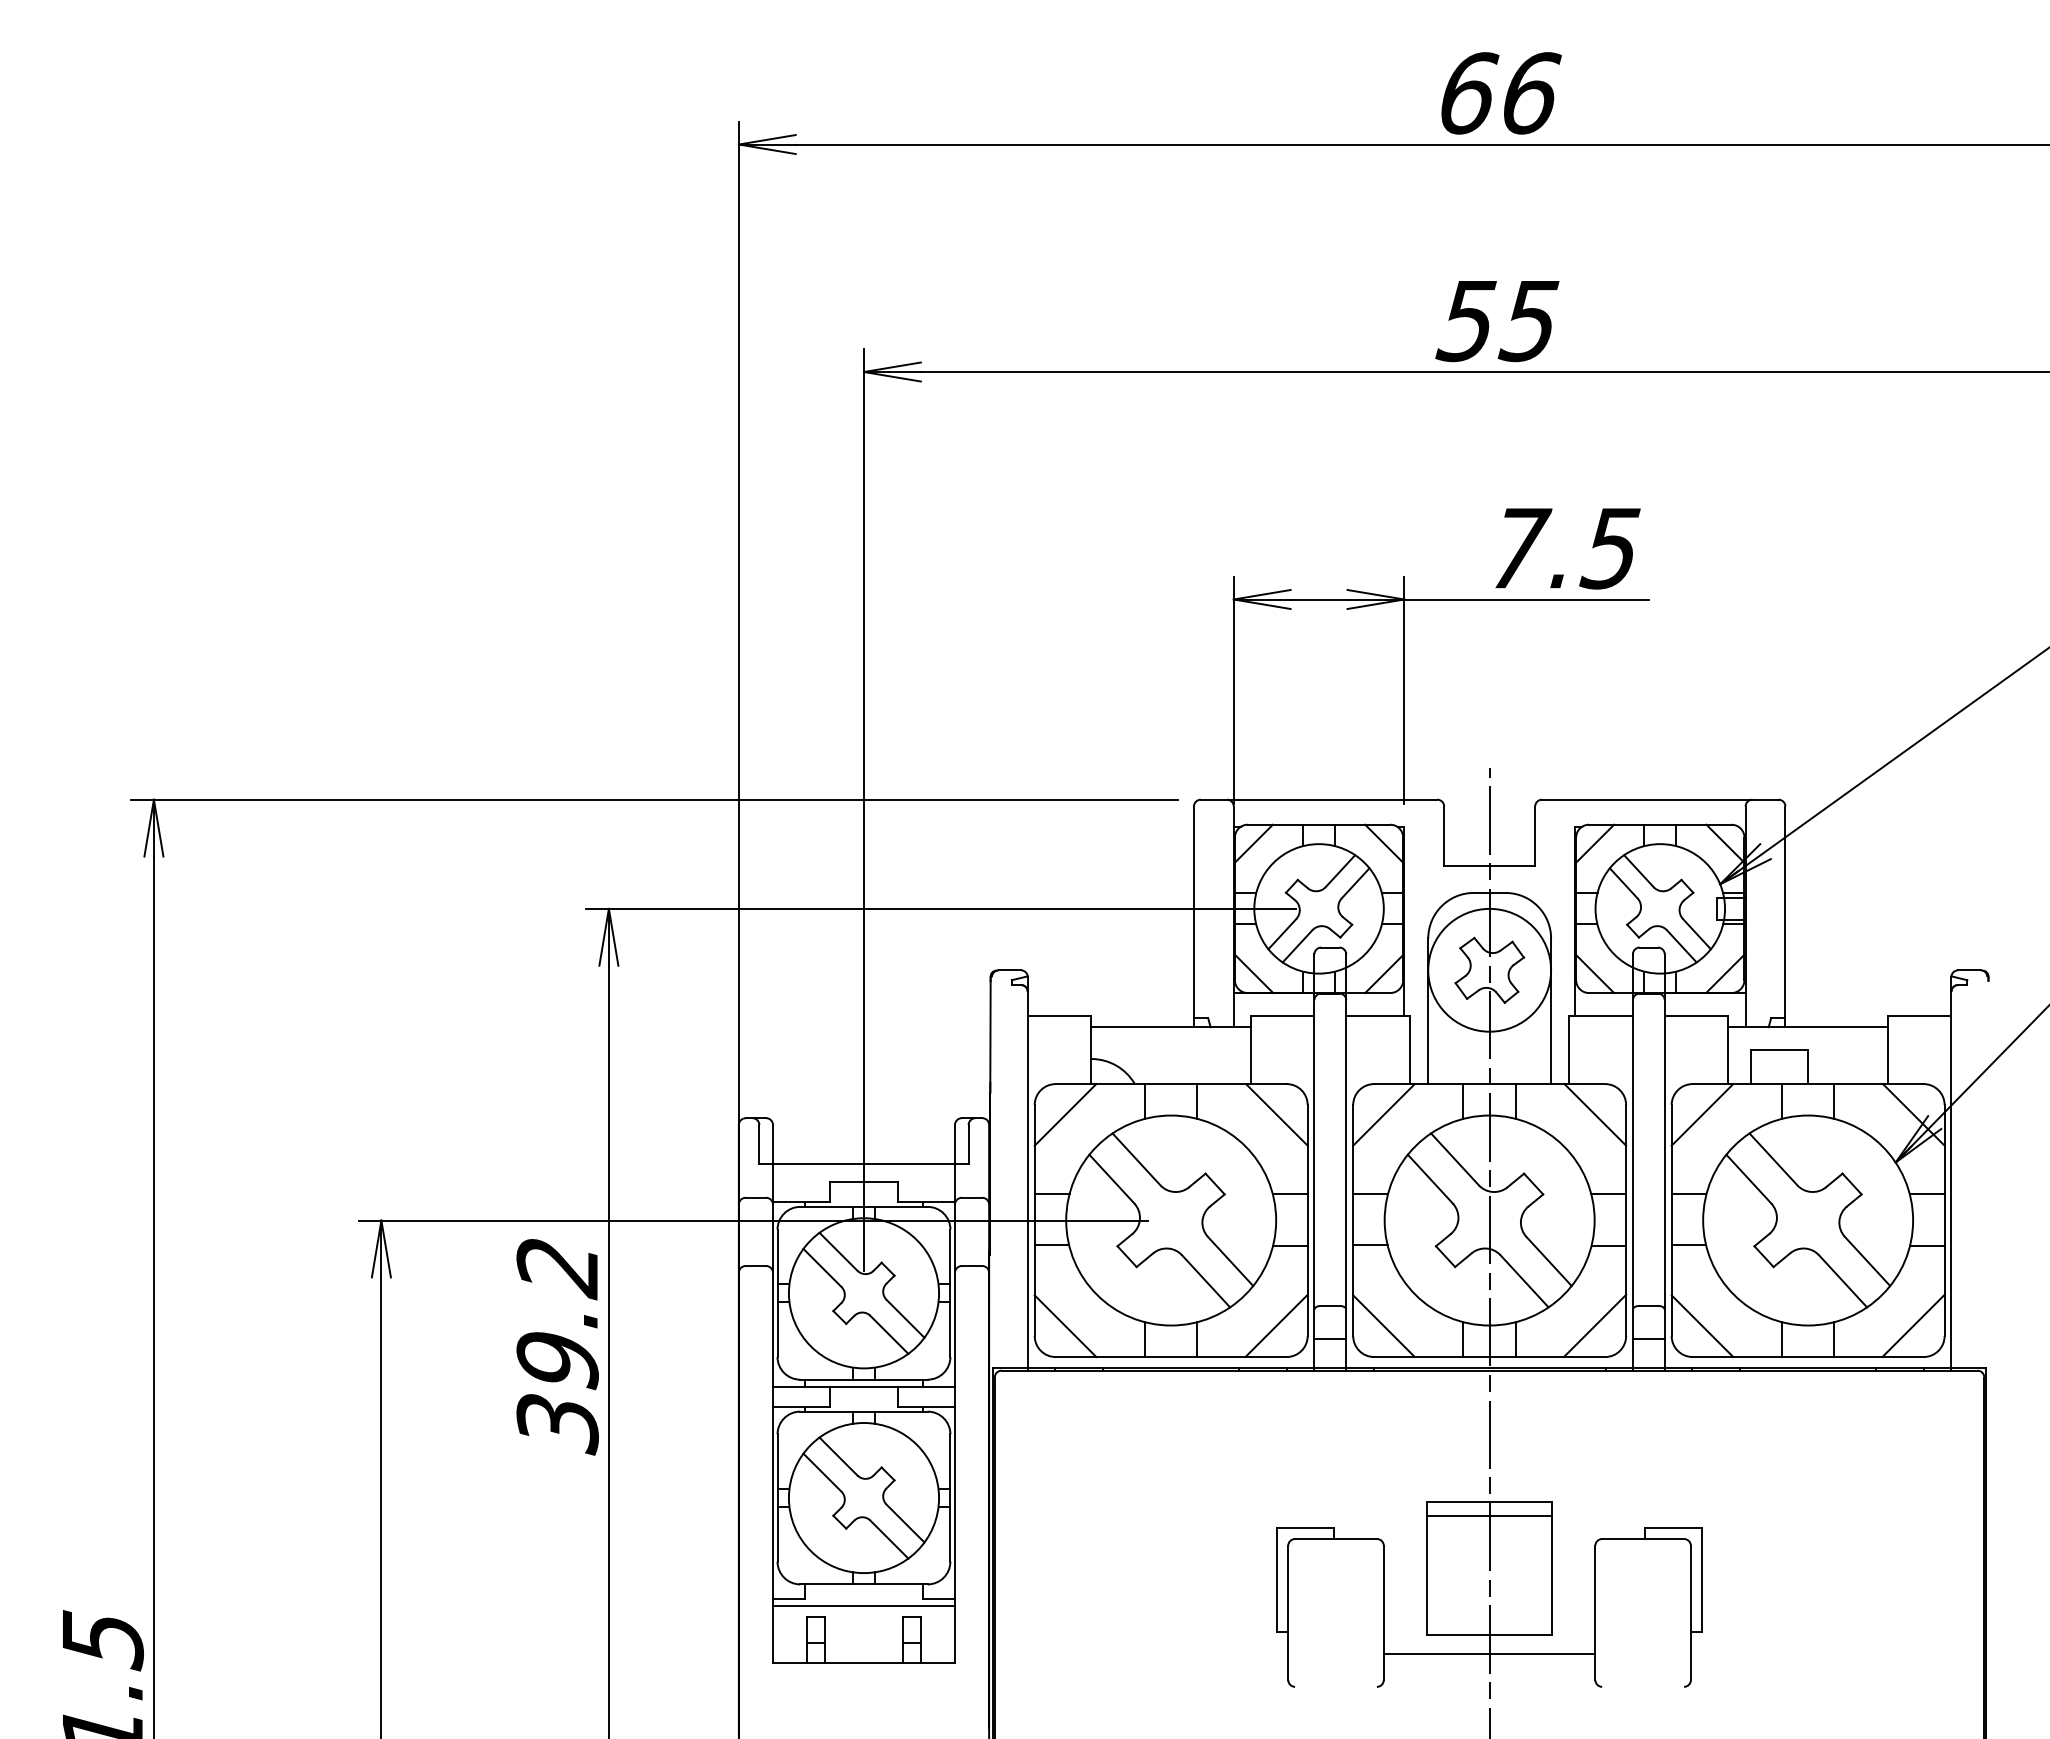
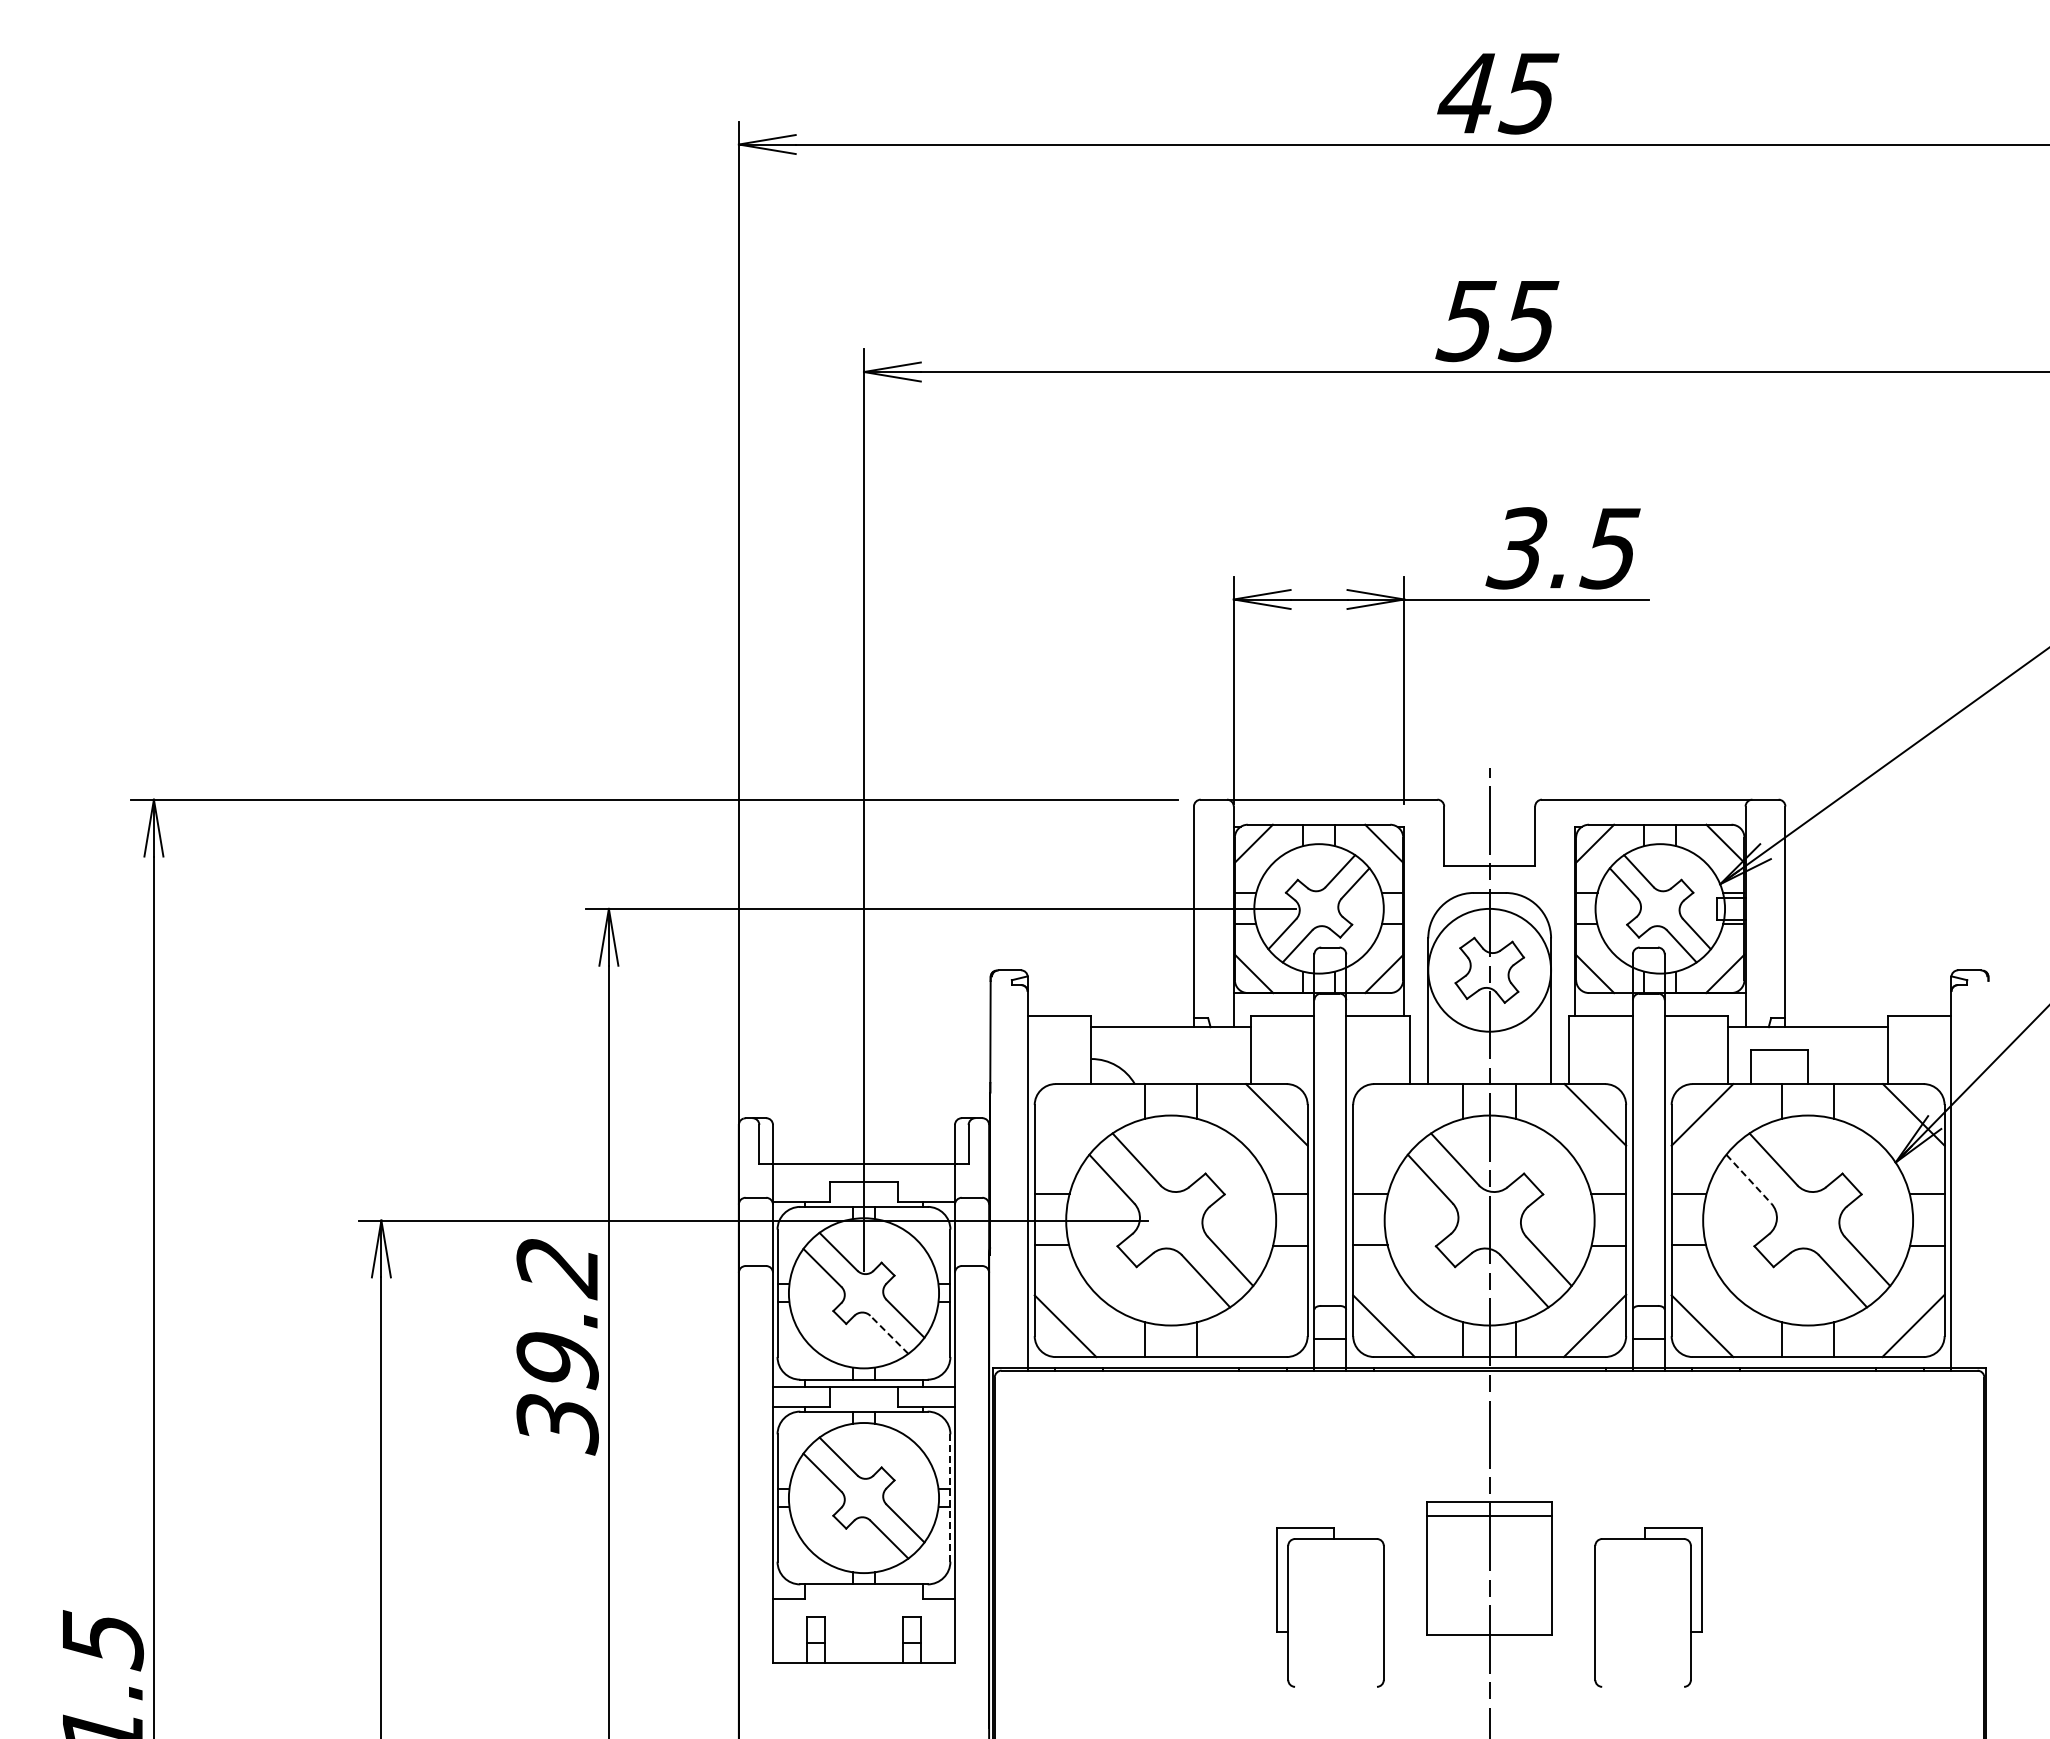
text at (1499, 93): 66 -> 45
text at (1518, 548): 7.5 -> 3.5
line at (1065, 1114): present -> none
line at (1383, 1114): present -> none
line at (1749, 1179): solid -> dashed
line at (1276, 1325): present -> none
line at (889, 1334): solid -> dashed
line at (950, 1498): solid -> dashed
line at (863, 1606): present -> none
line at (1489, 1654): present -> none
